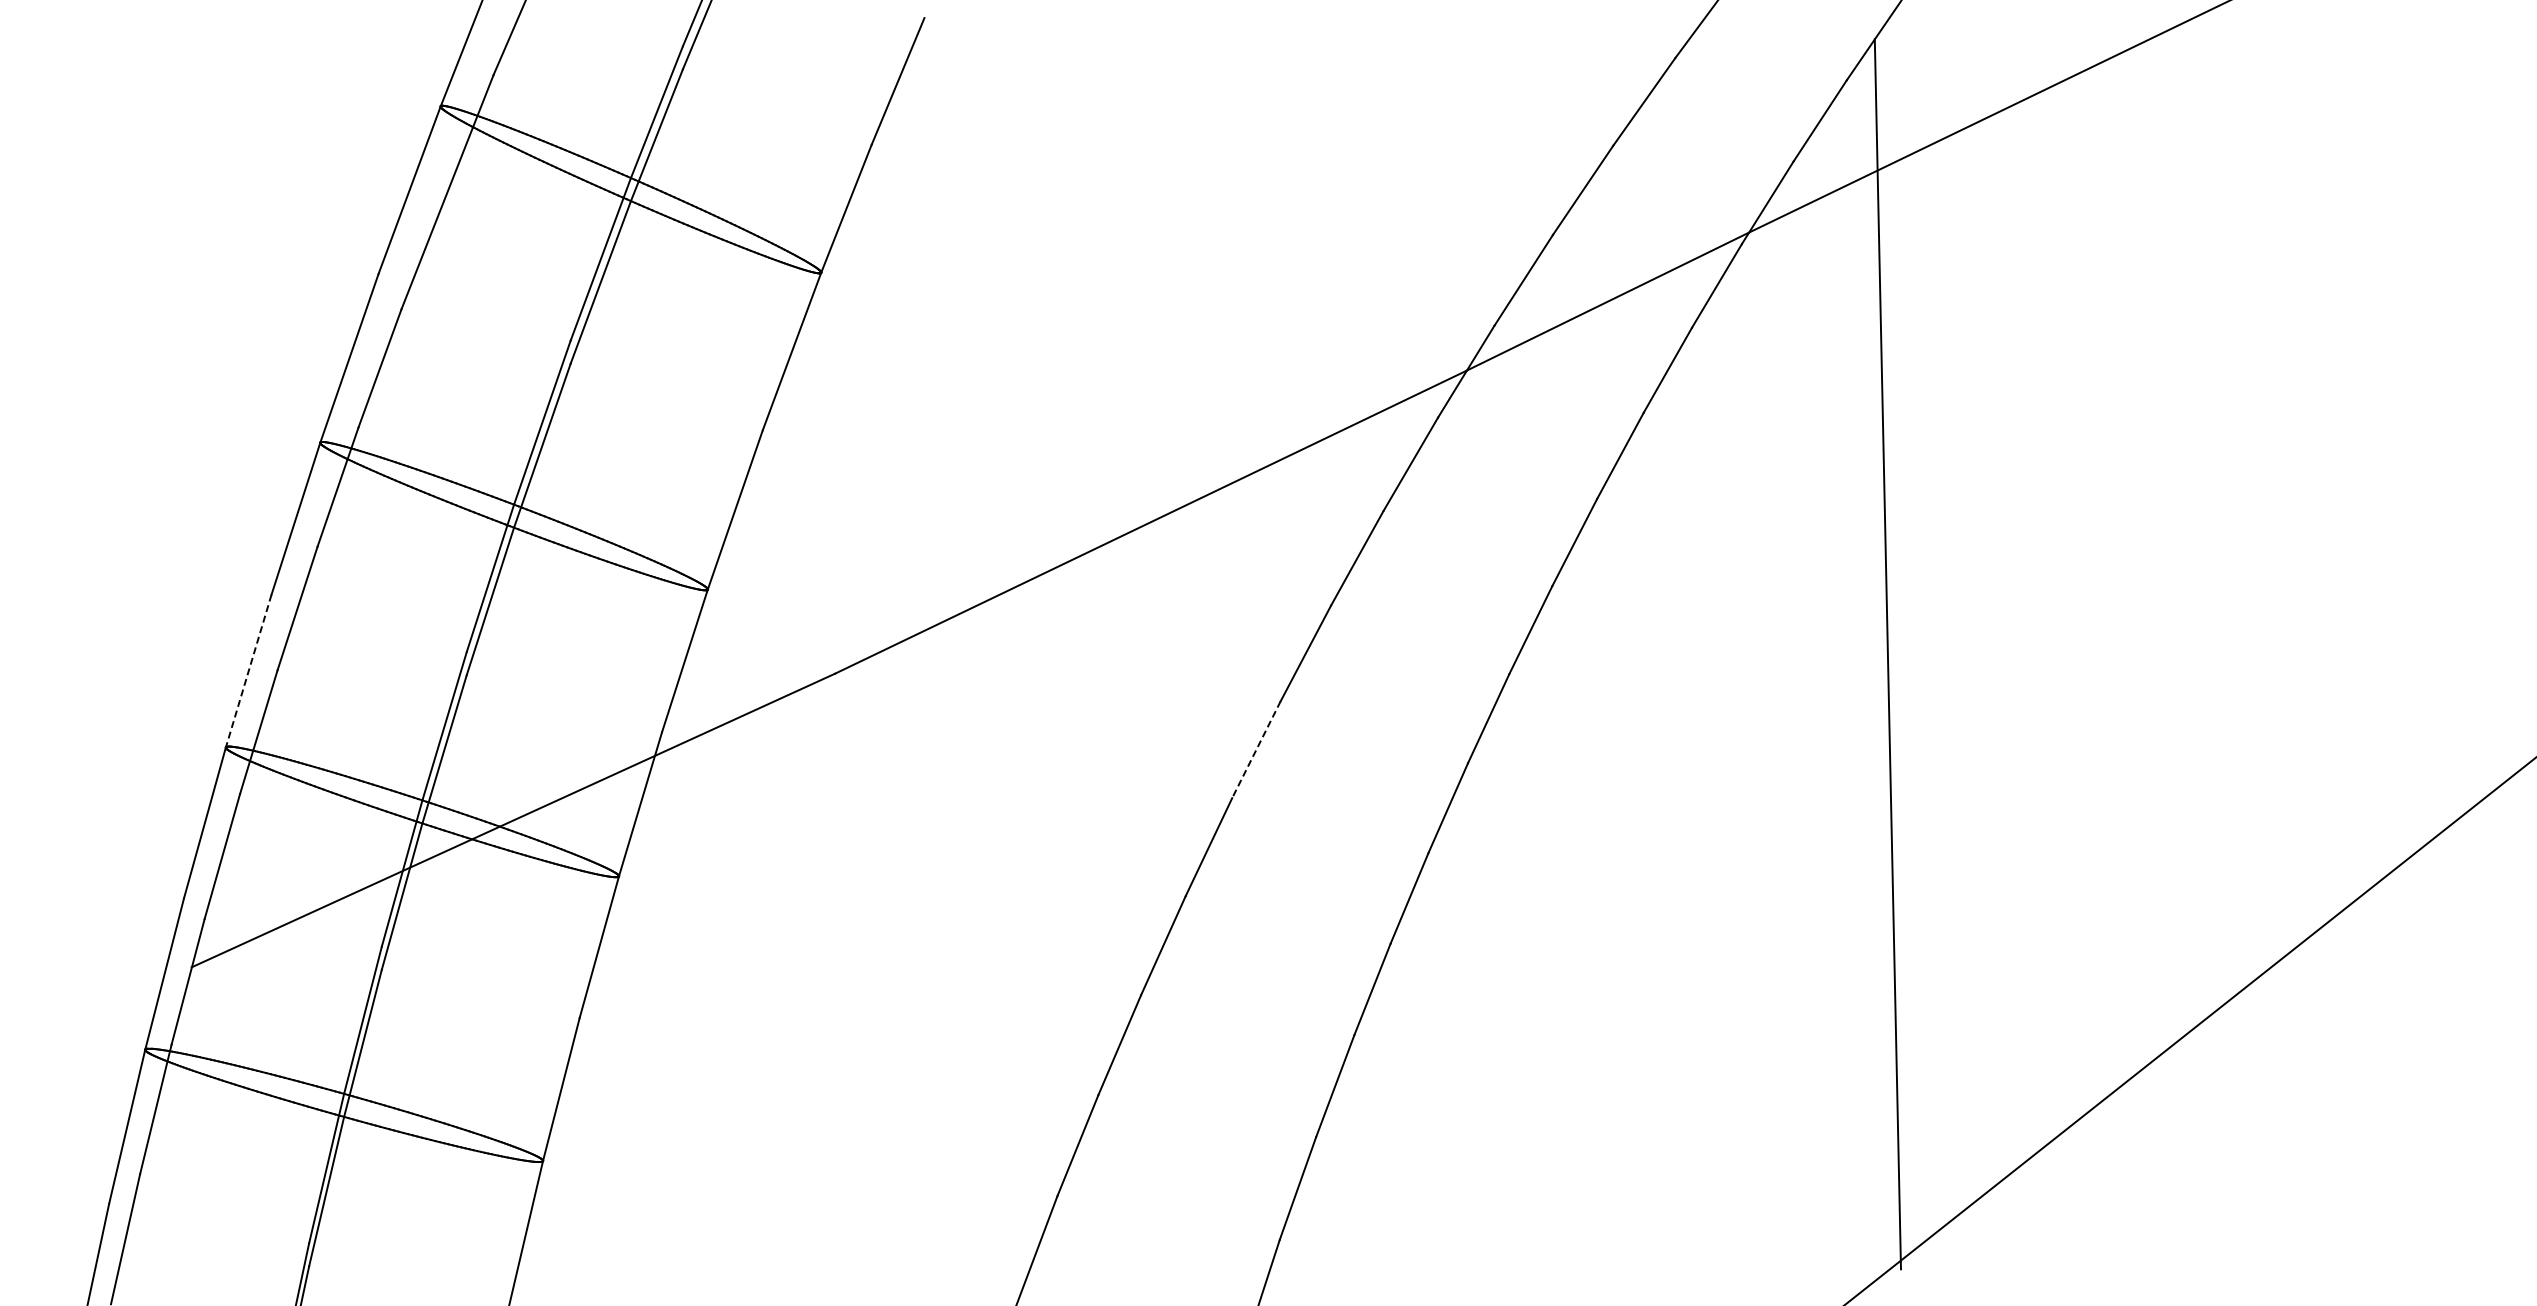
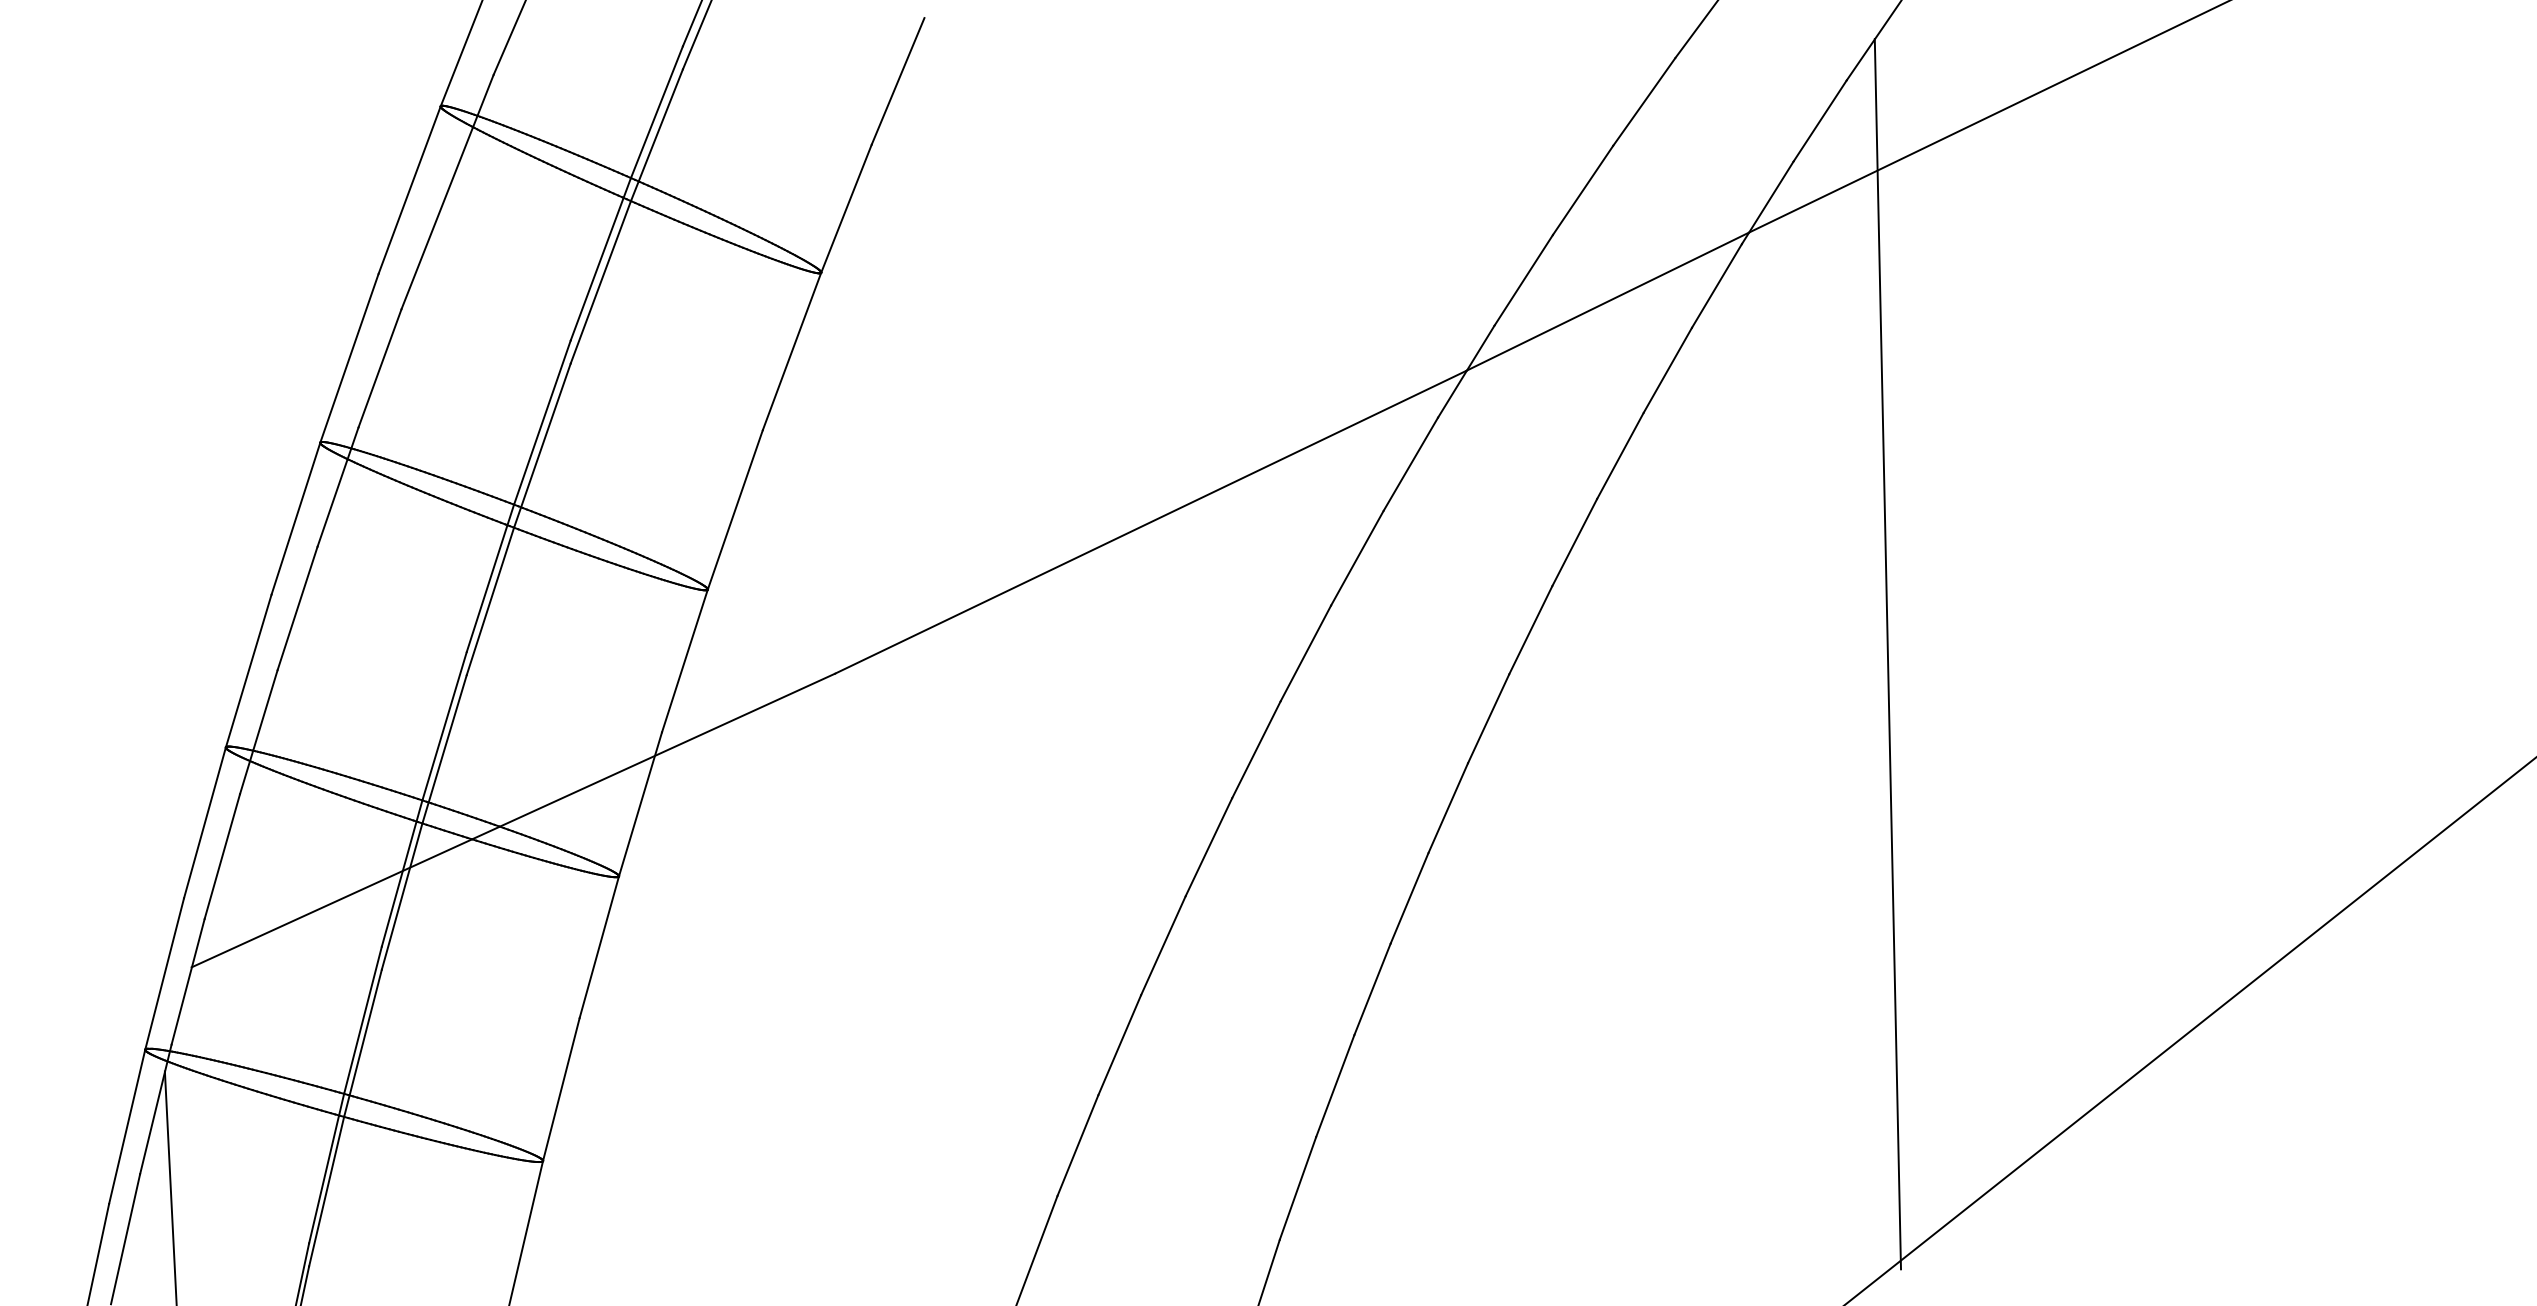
line at (248, 671): dashed -> solid
line at (1256, 750): dashed -> solid
line at (170, 1186): none -> present
